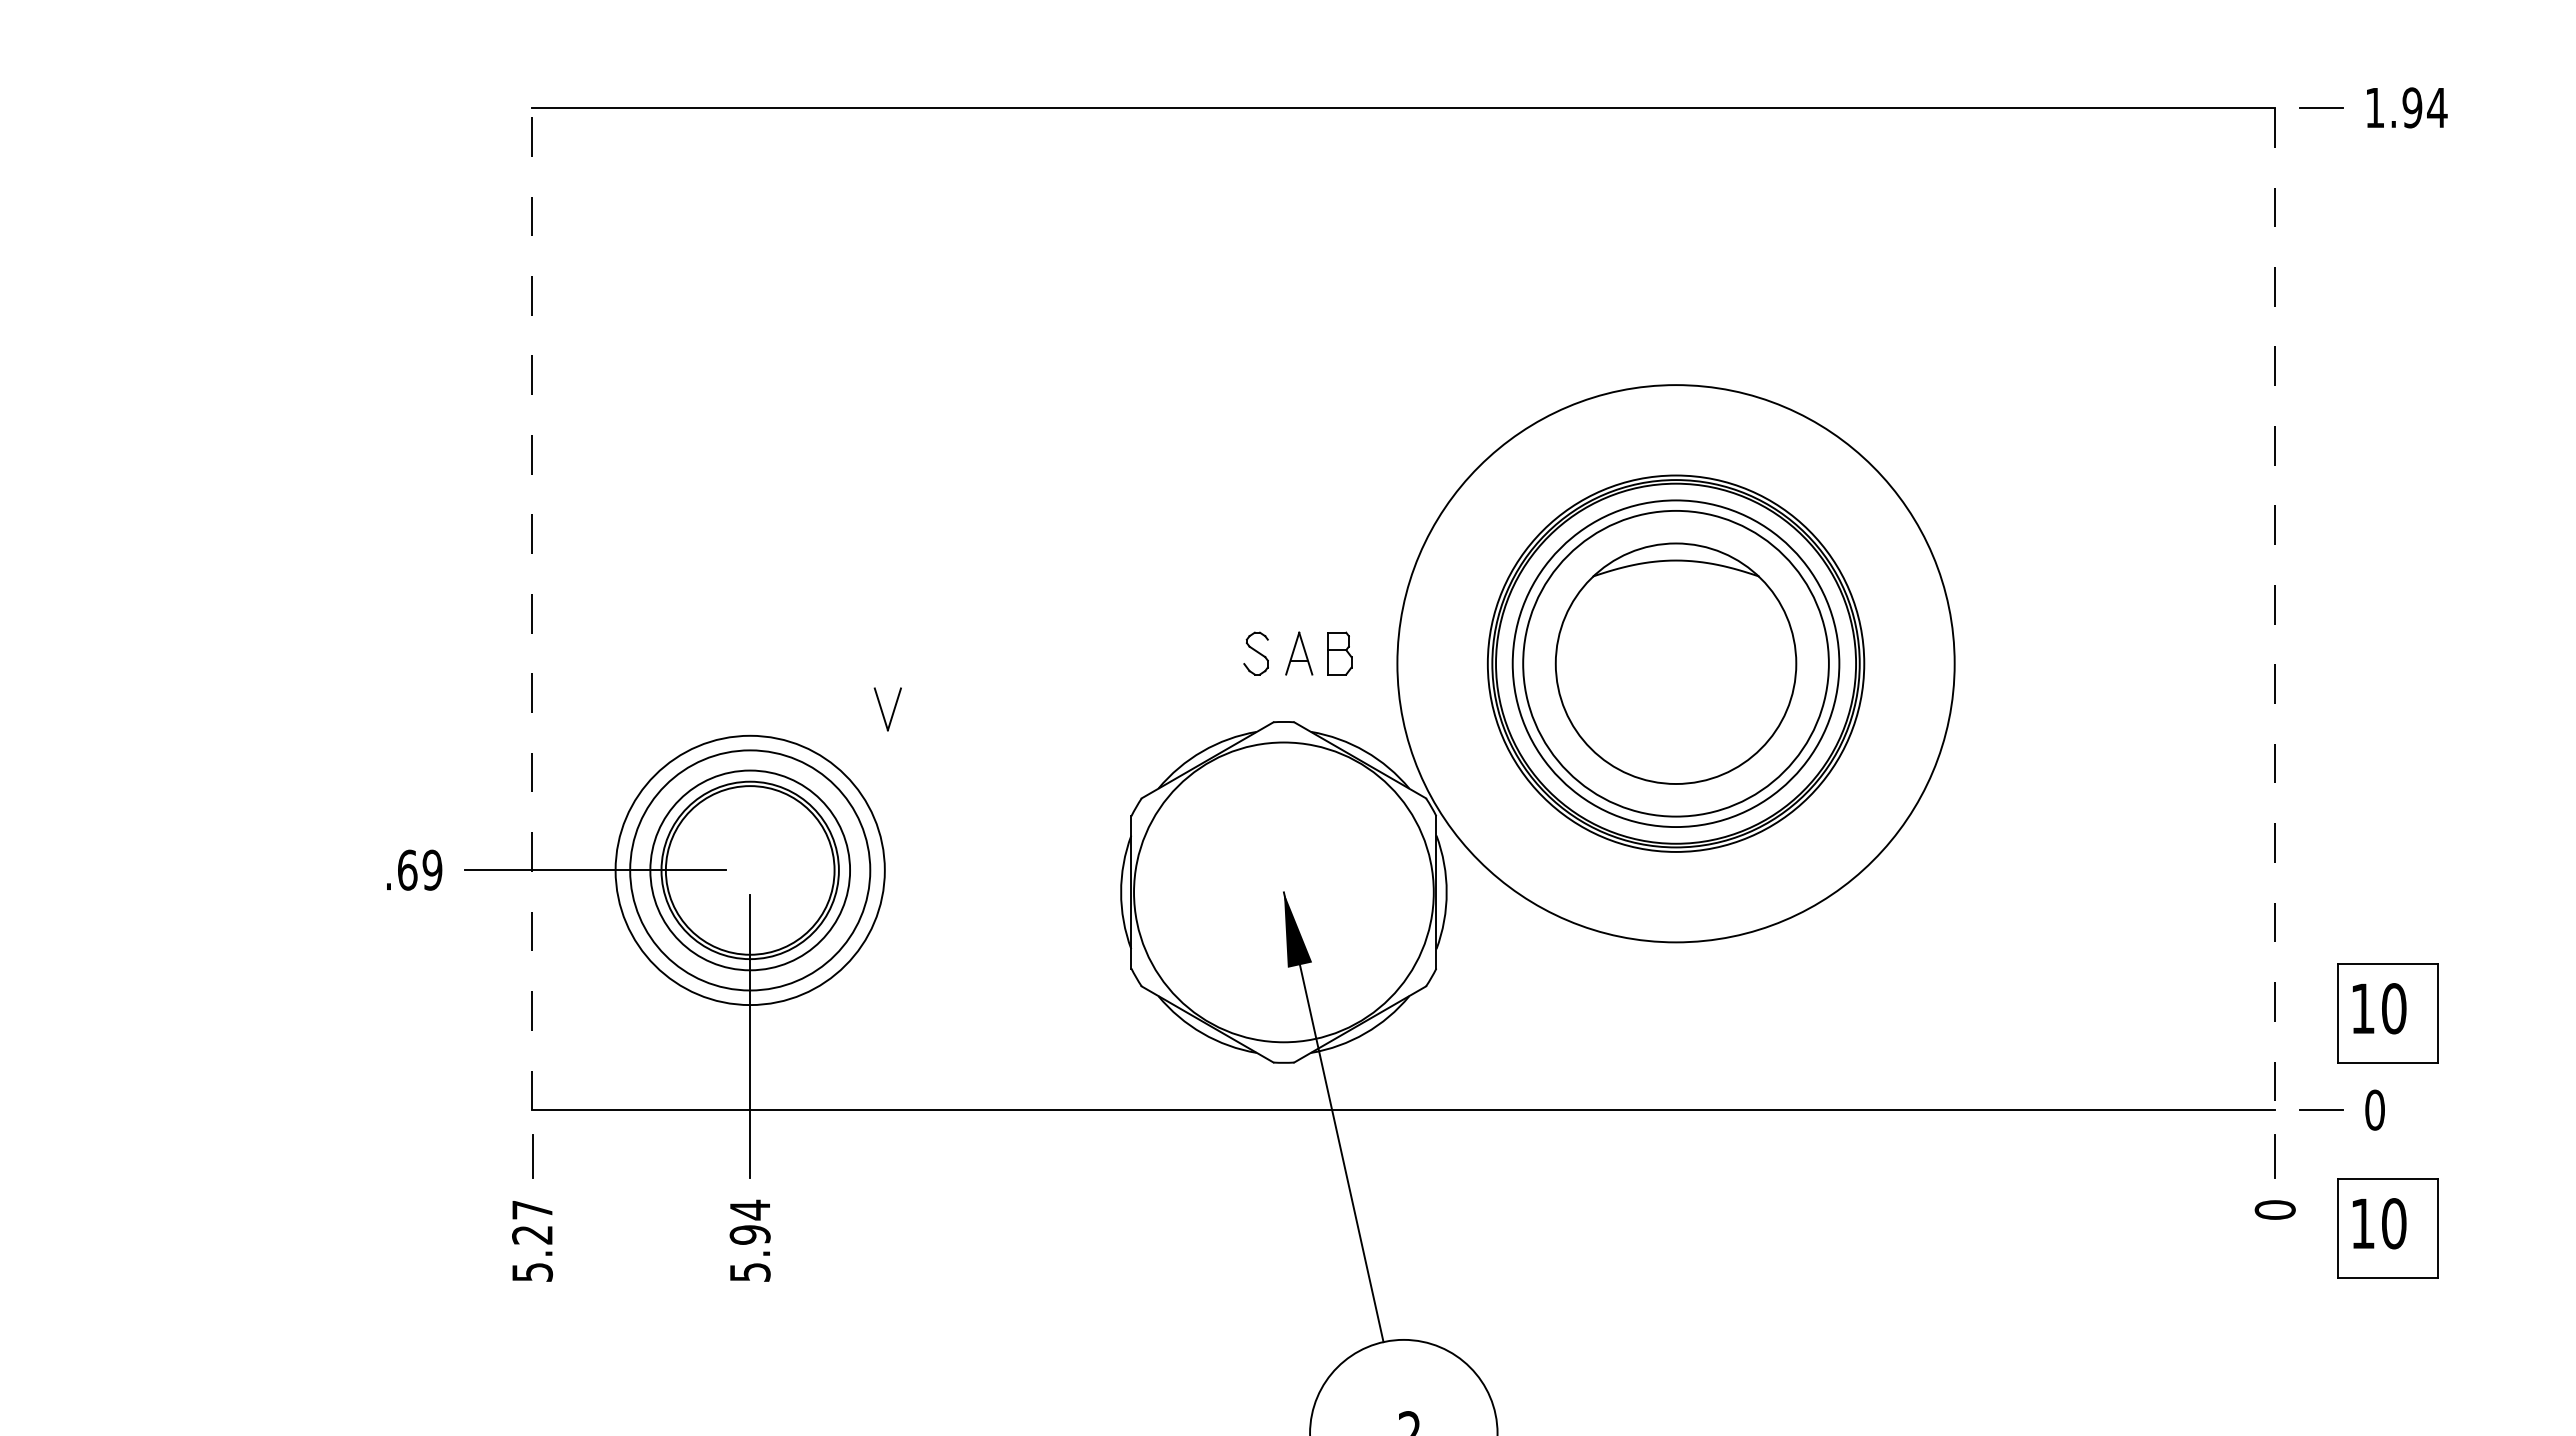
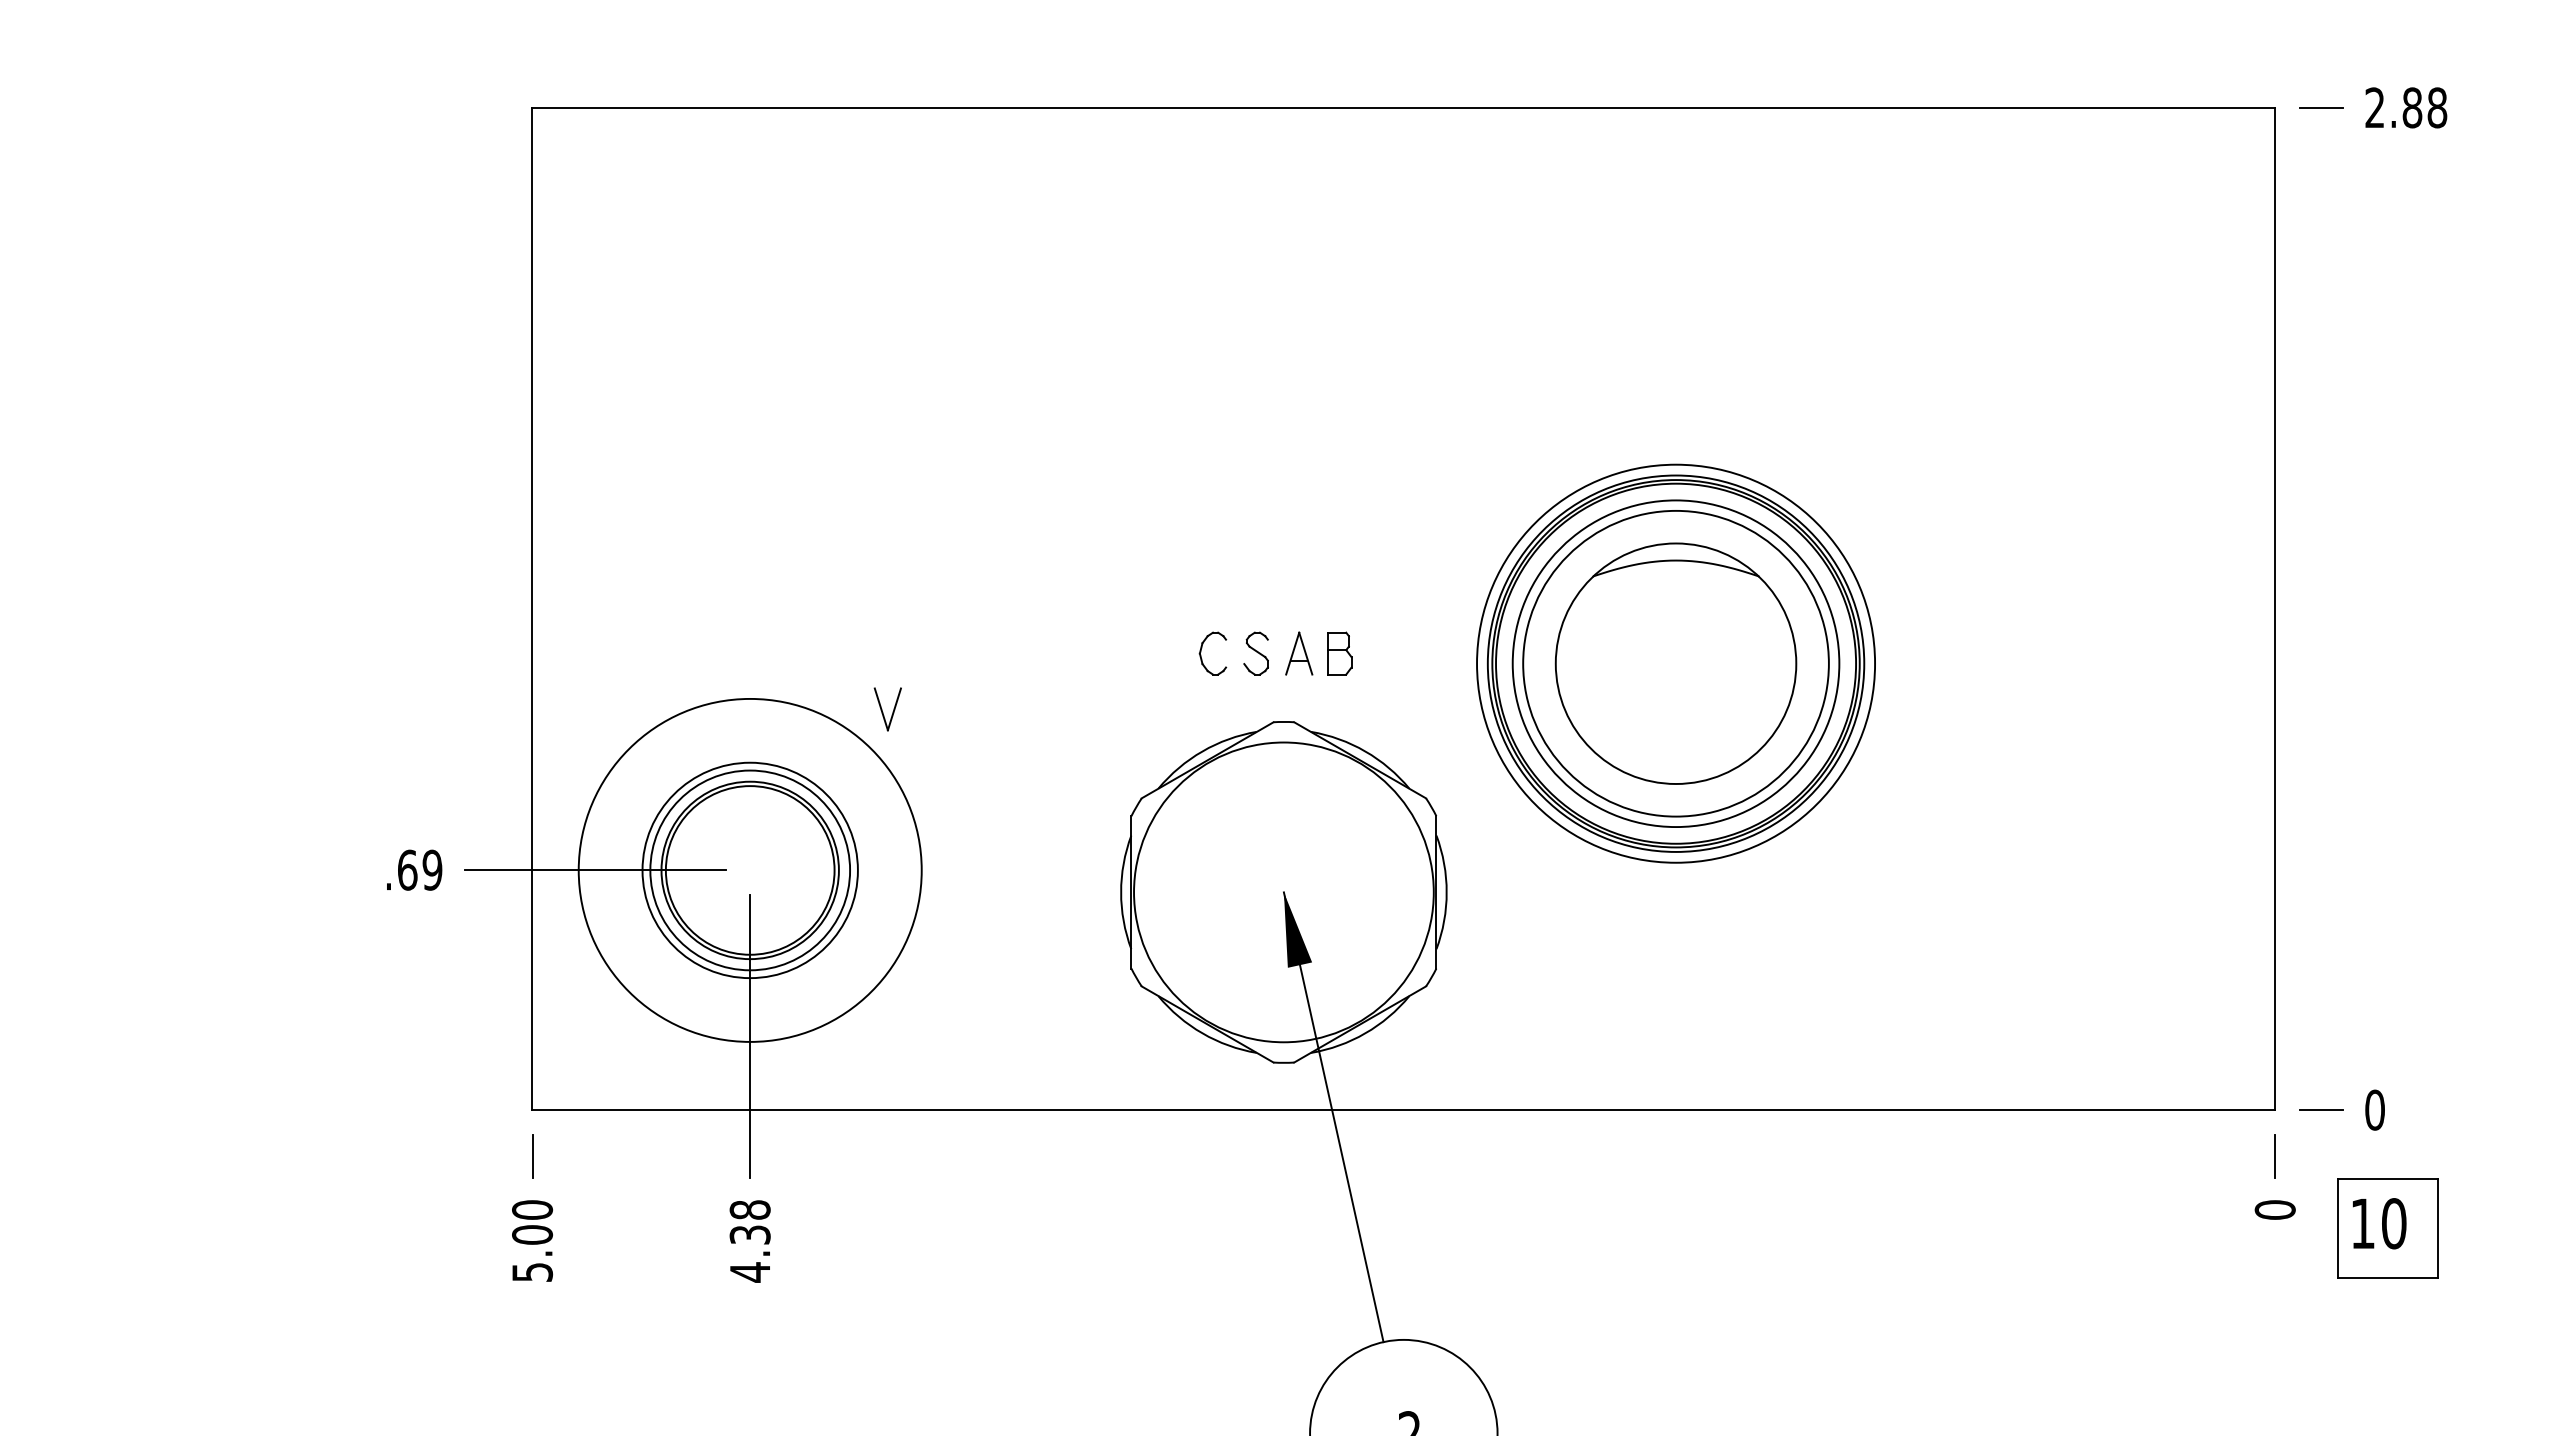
text at (2406, 107): 1.94 -> 2.88
line at (532, 608): dashed -> solid
line at (2275, 609): dashed -> solid
part at (1201, 652): none -> present
circle at (1675, 663) diameter: 557 px -> 398 px
circle at (749, 870) diameter: 269 px -> 215 px
circle at (750, 870) diameter: 240 px -> 343 px
part at (2387, 1013): present -> none
text at (532, 1222): 5.27 -> 5.00
text at (749, 1240): 5.94 -> 4.38
